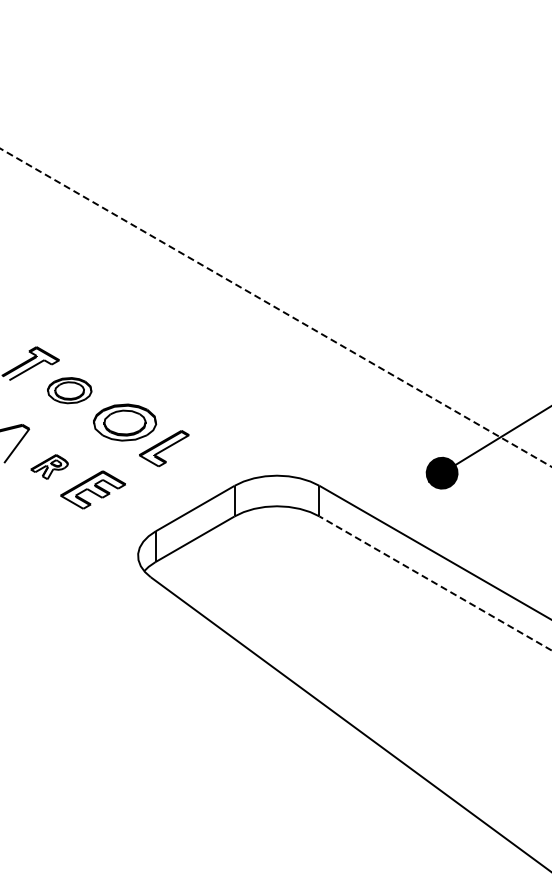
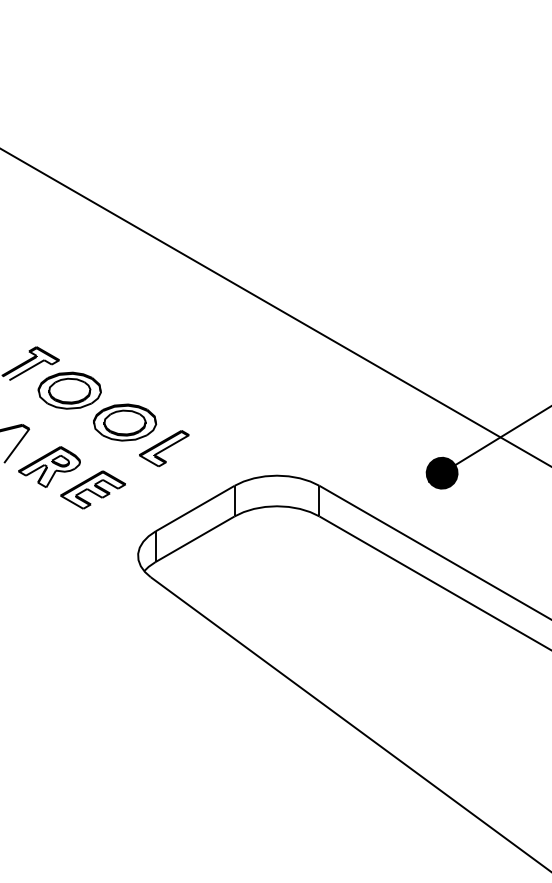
line at (276, 307): dashed -> solid
part at (69, 390) size: 46x28 px -> 65x39 px
part at (49, 466) size: 39x26 px -> 63x42 px
line at (435, 583): dashed -> solid
